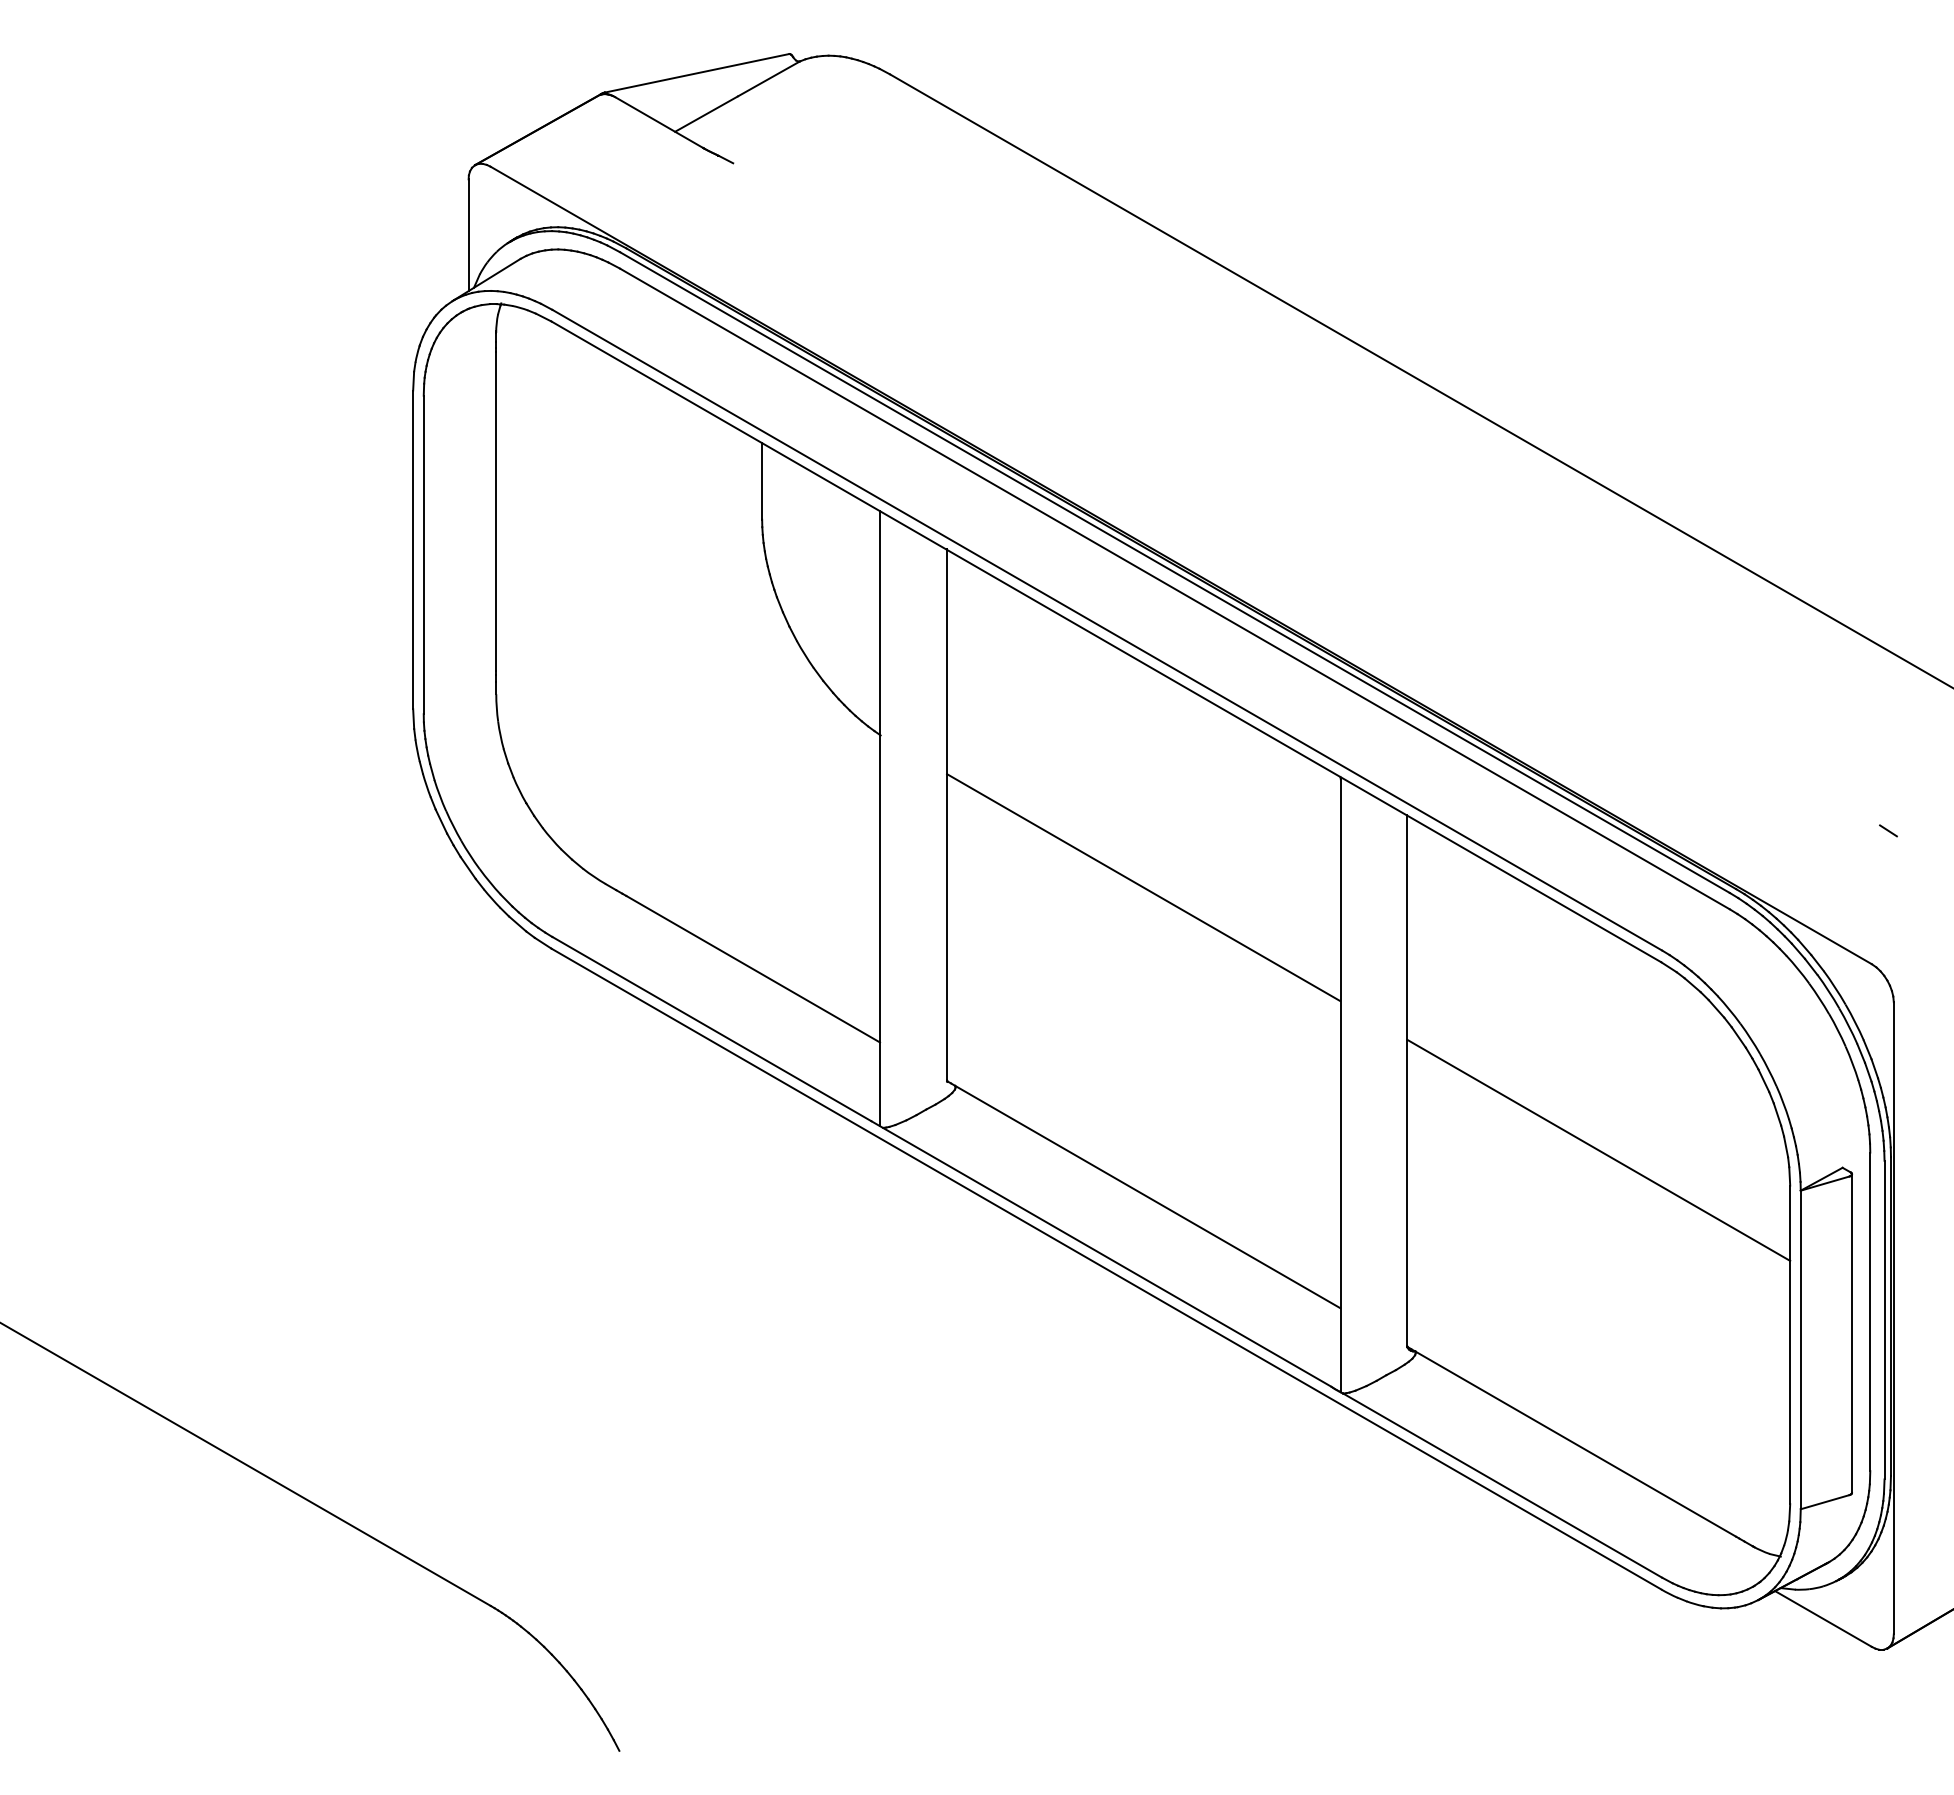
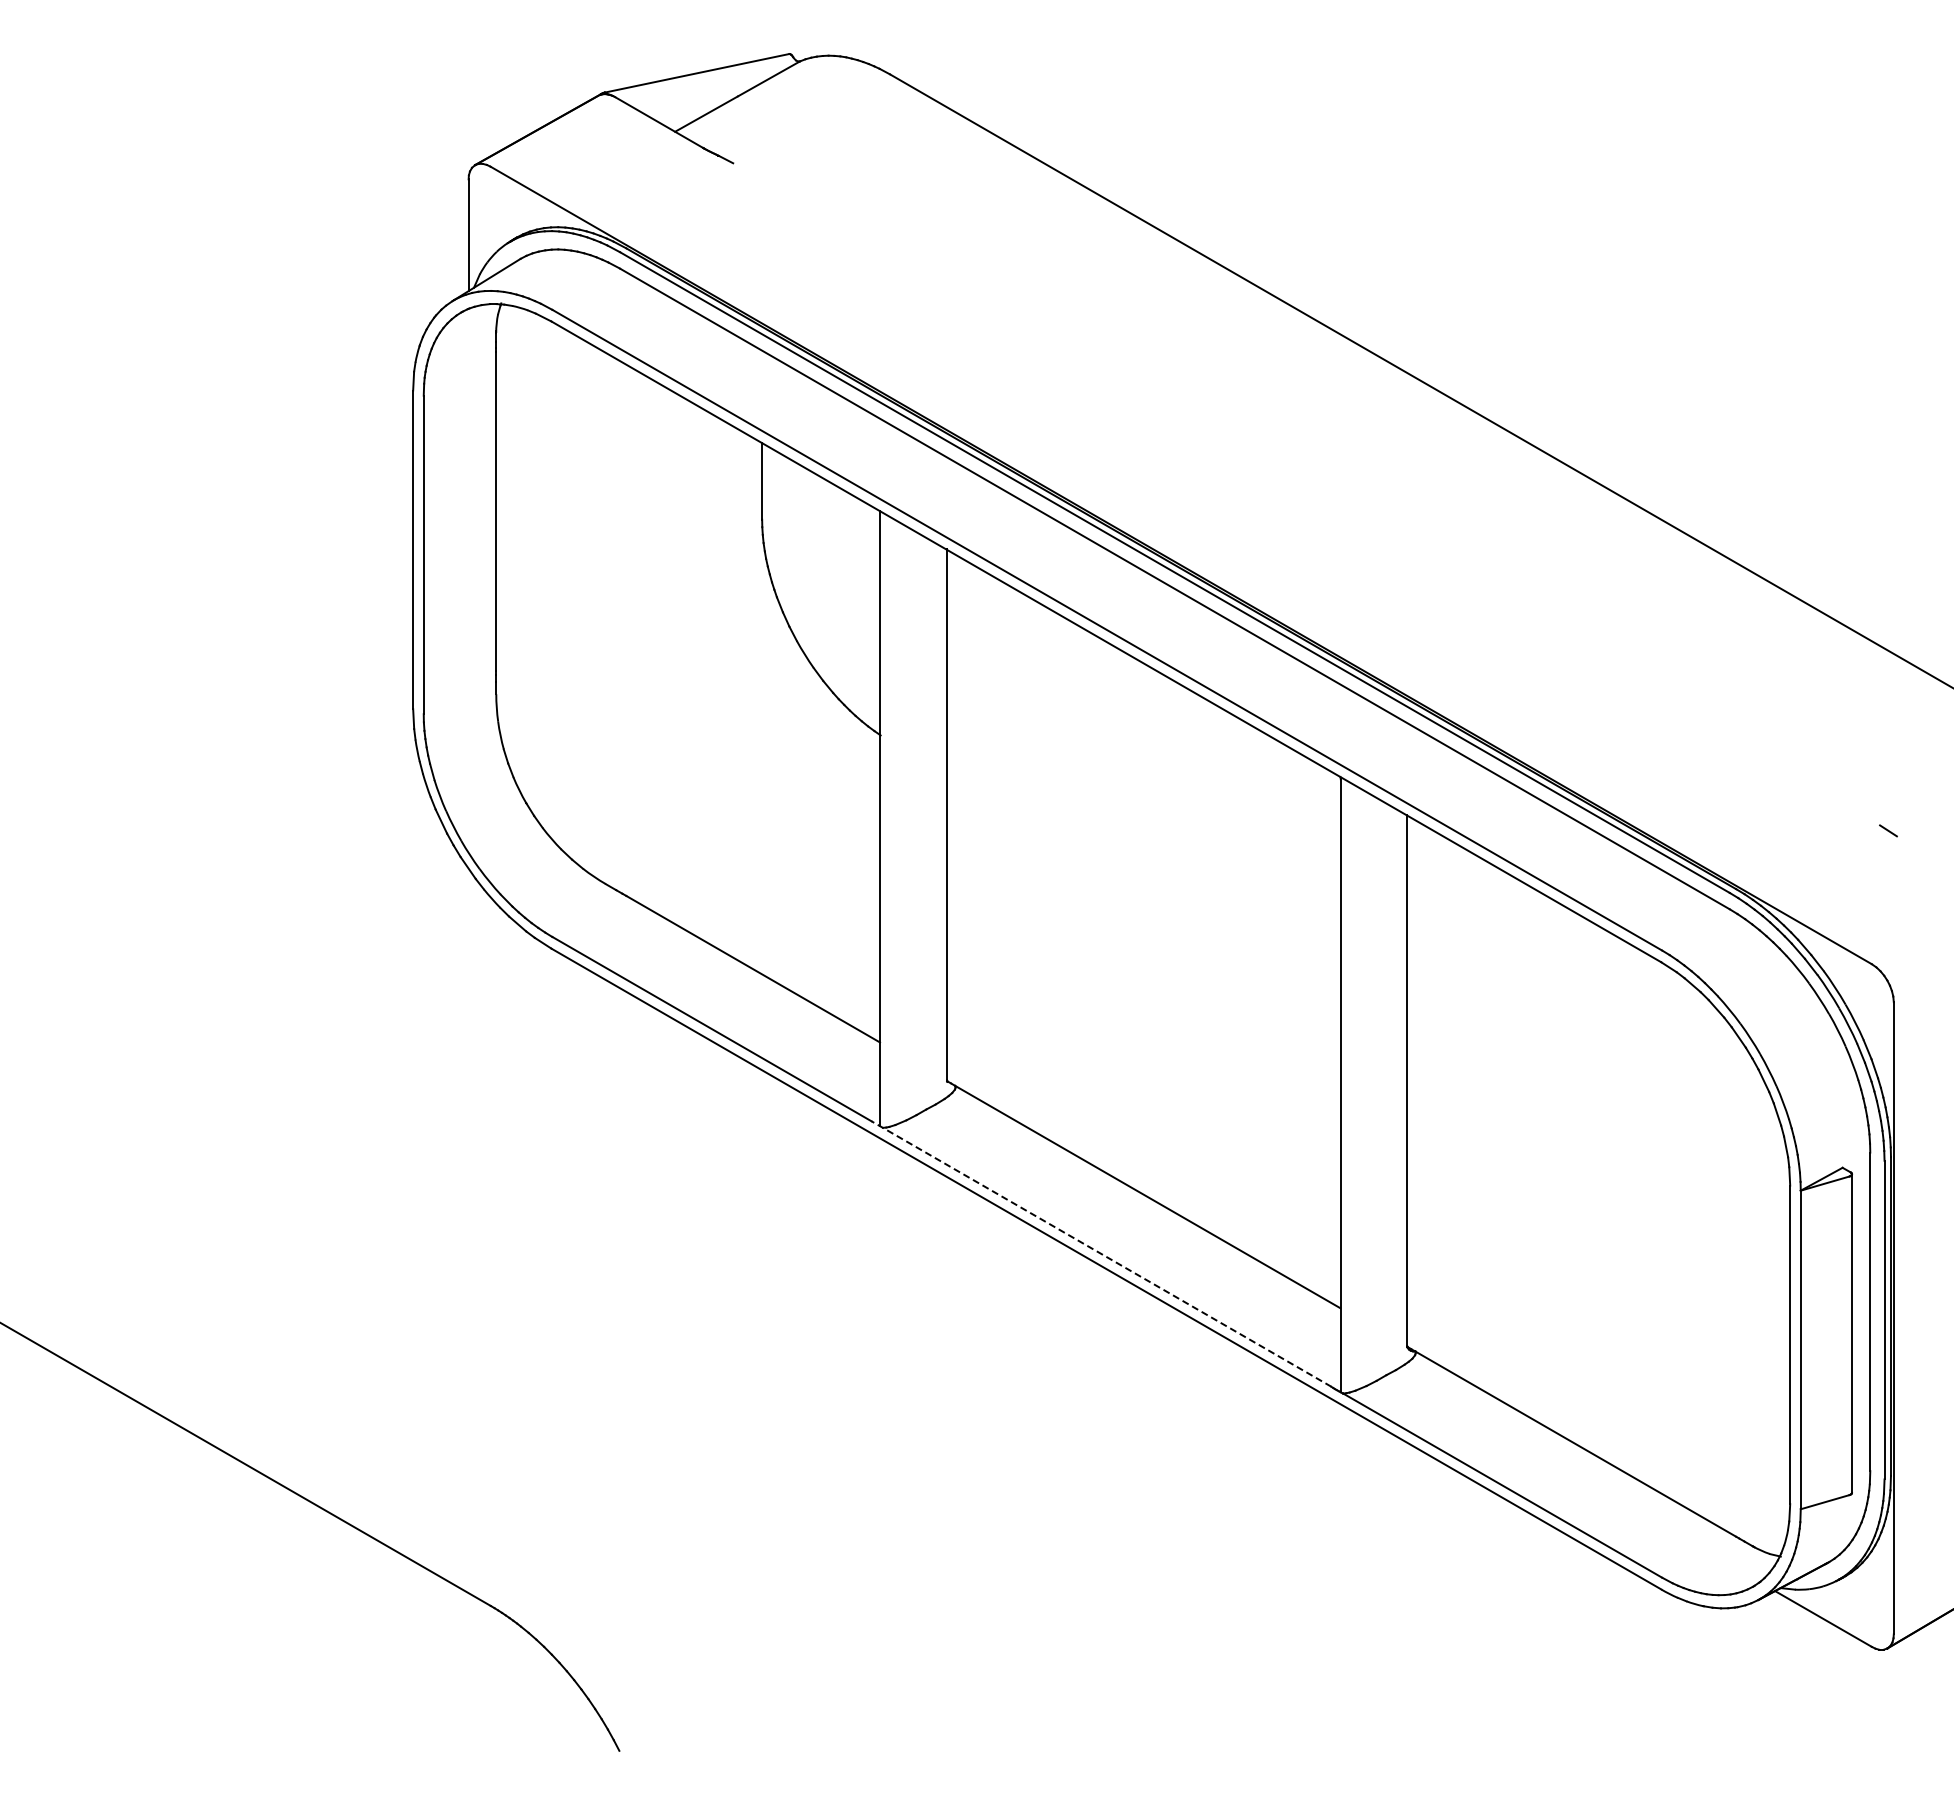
line at (1143, 887): present -> none
line at (1598, 1149): present -> none
line at (1101, 1254): solid -> dashed
